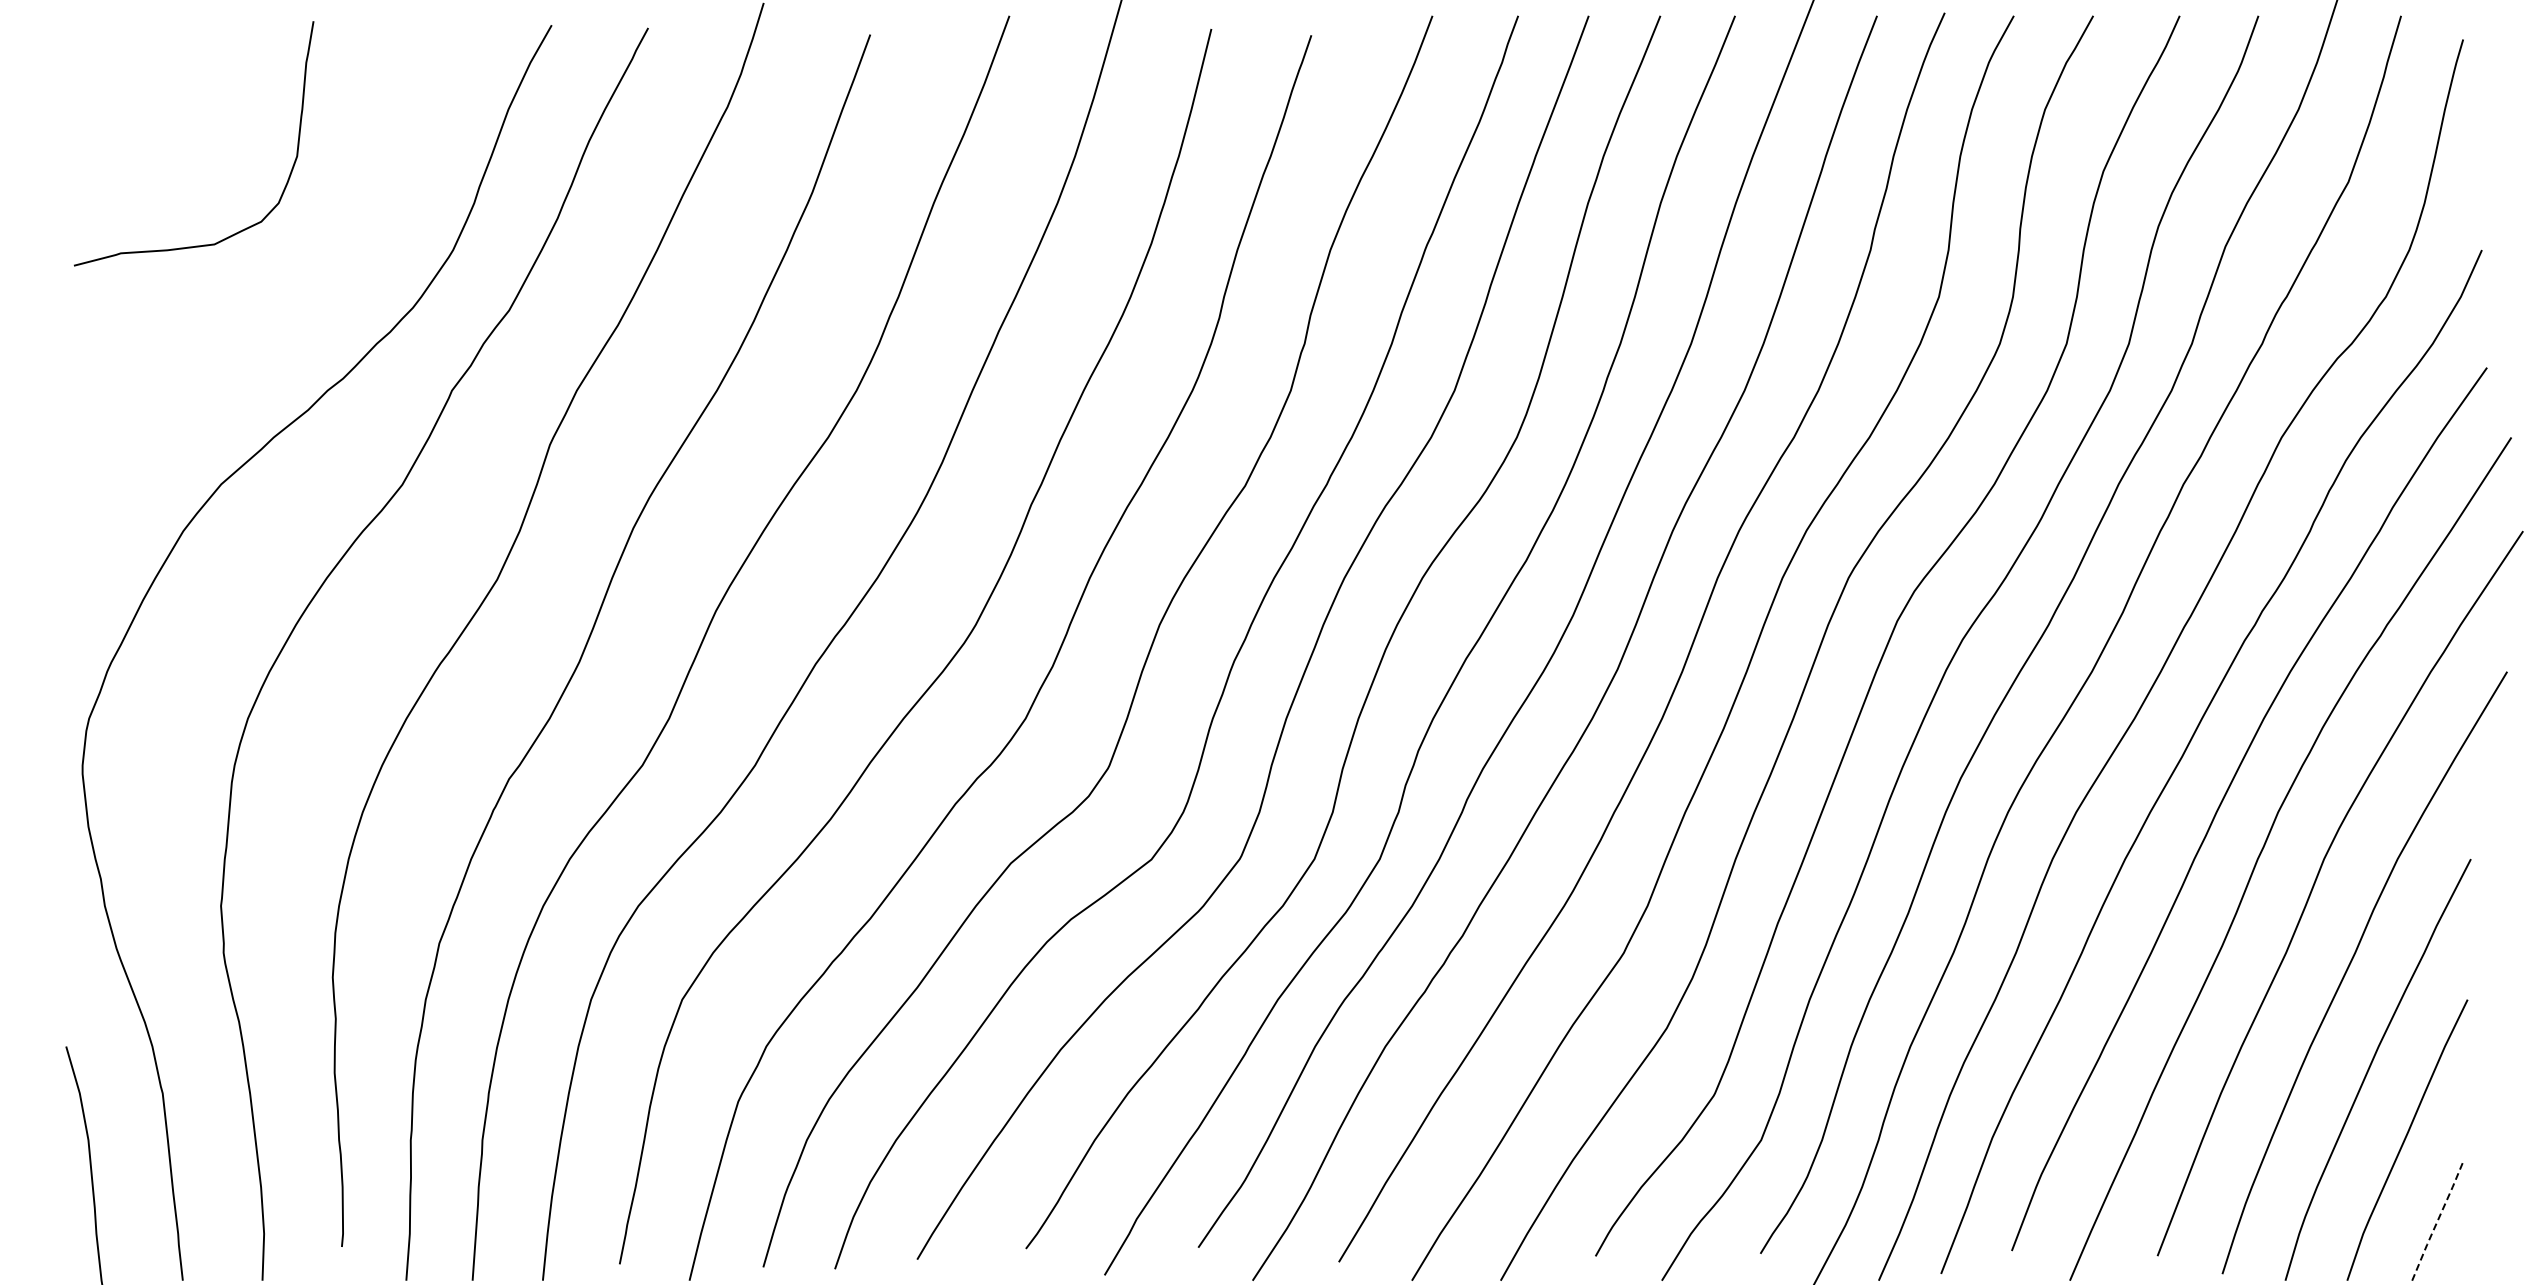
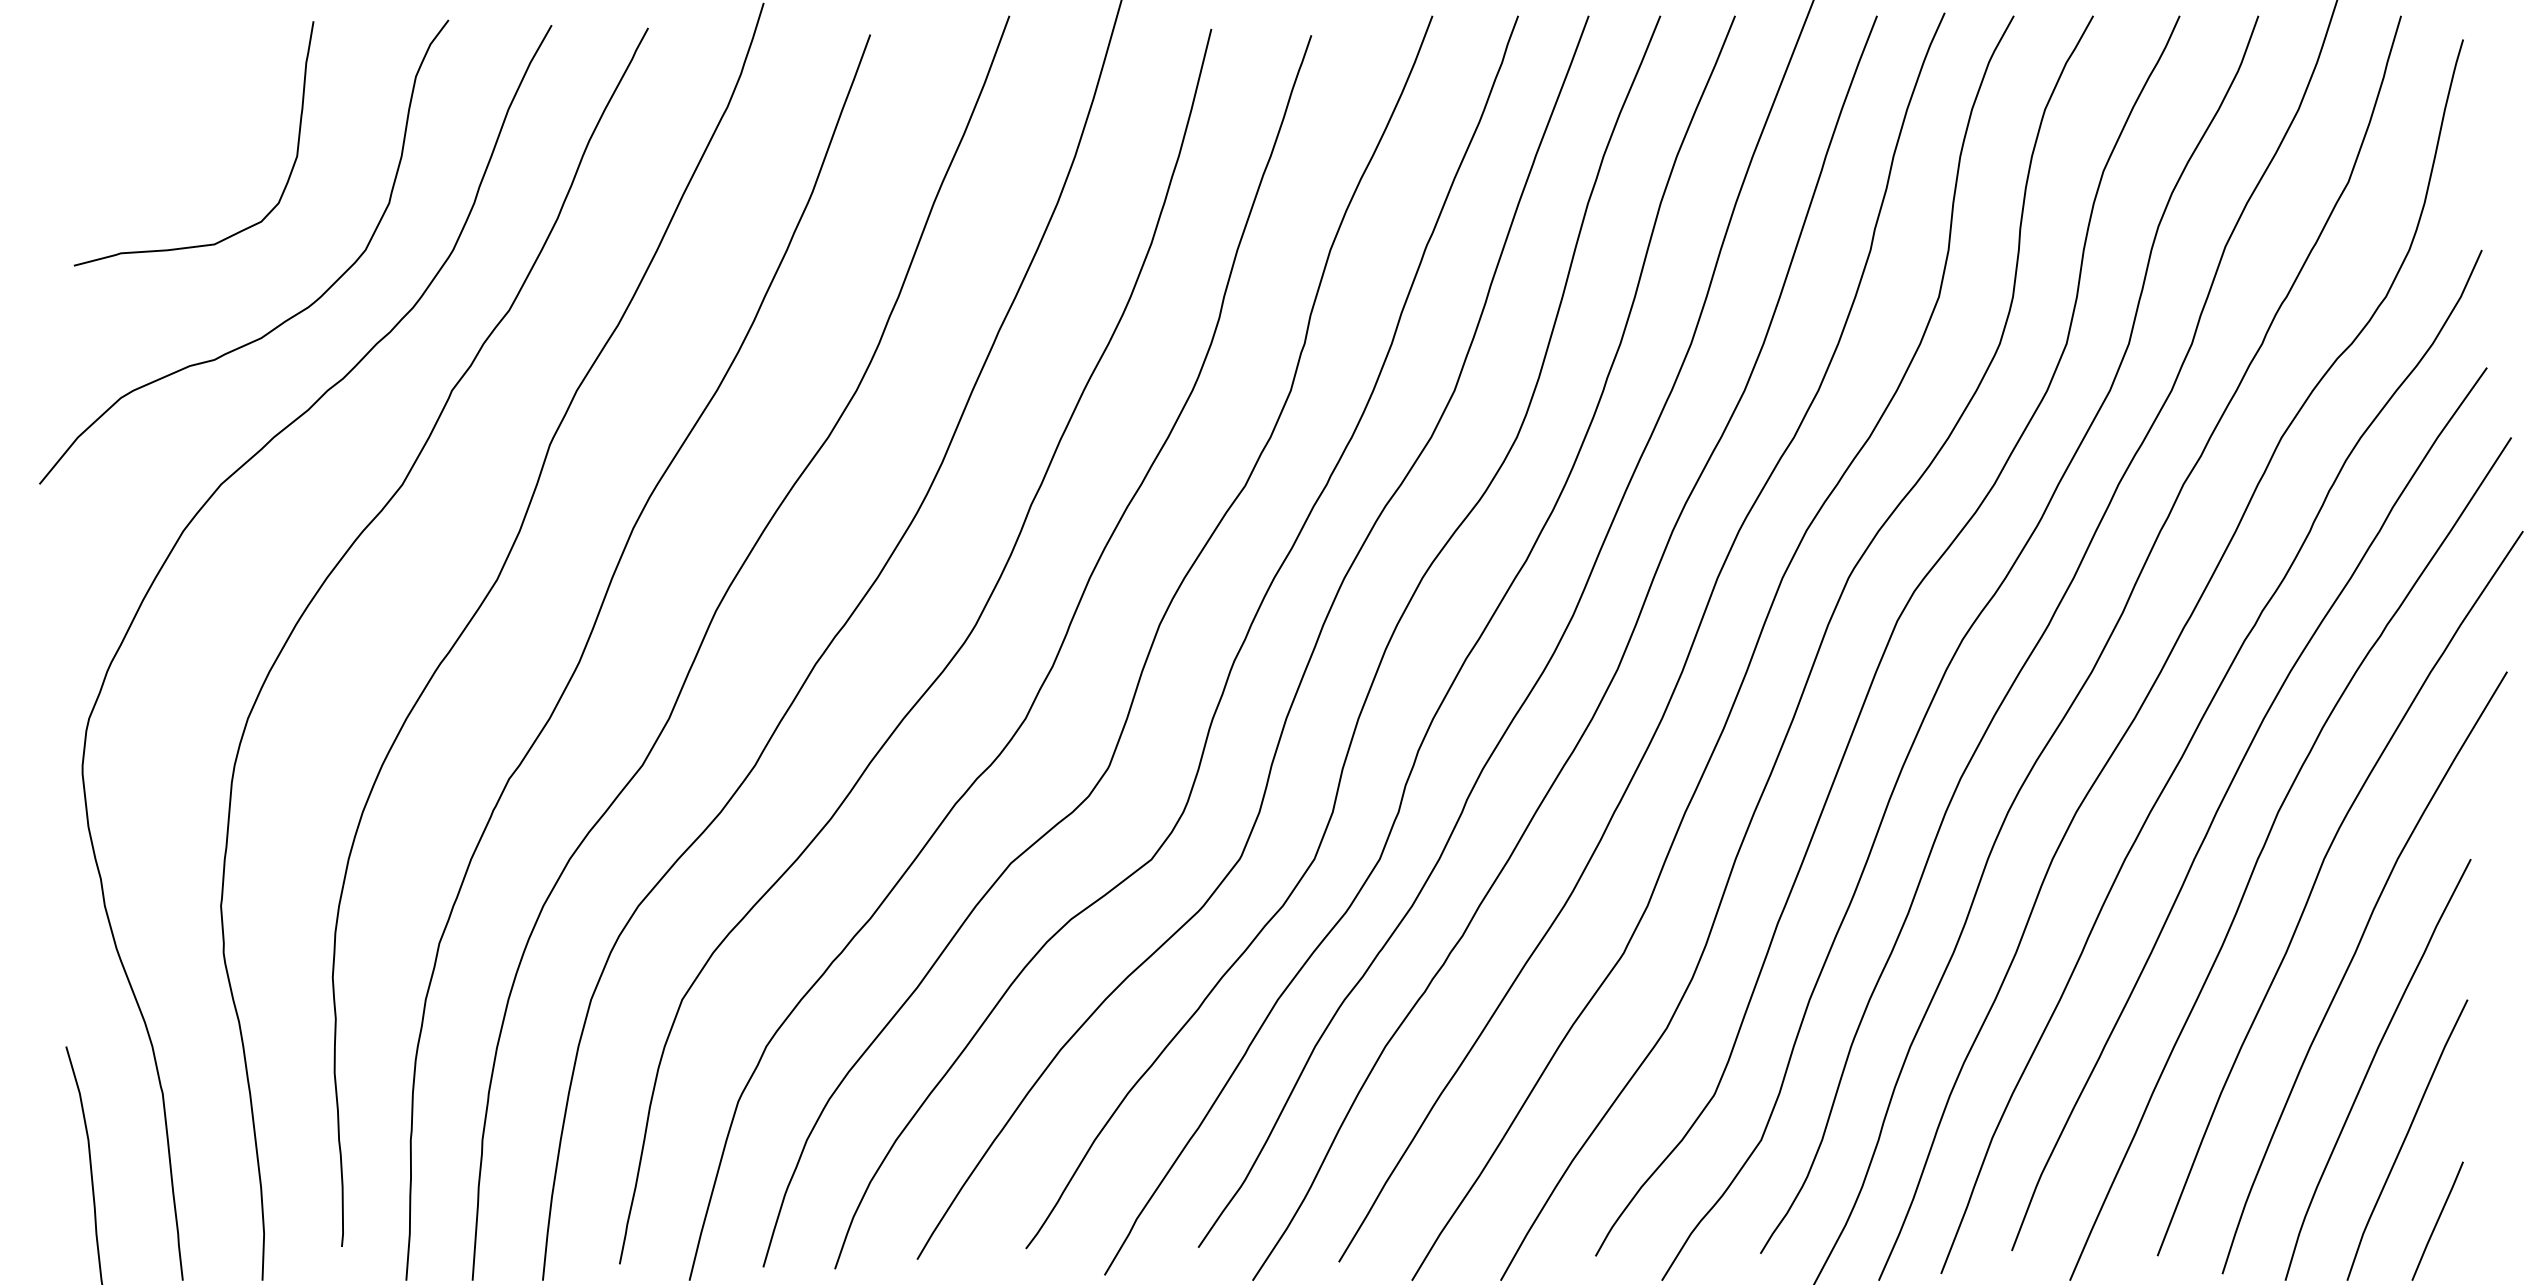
curve at (289, 317): none -> present
line at (2437, 1221): dashed -> solid
